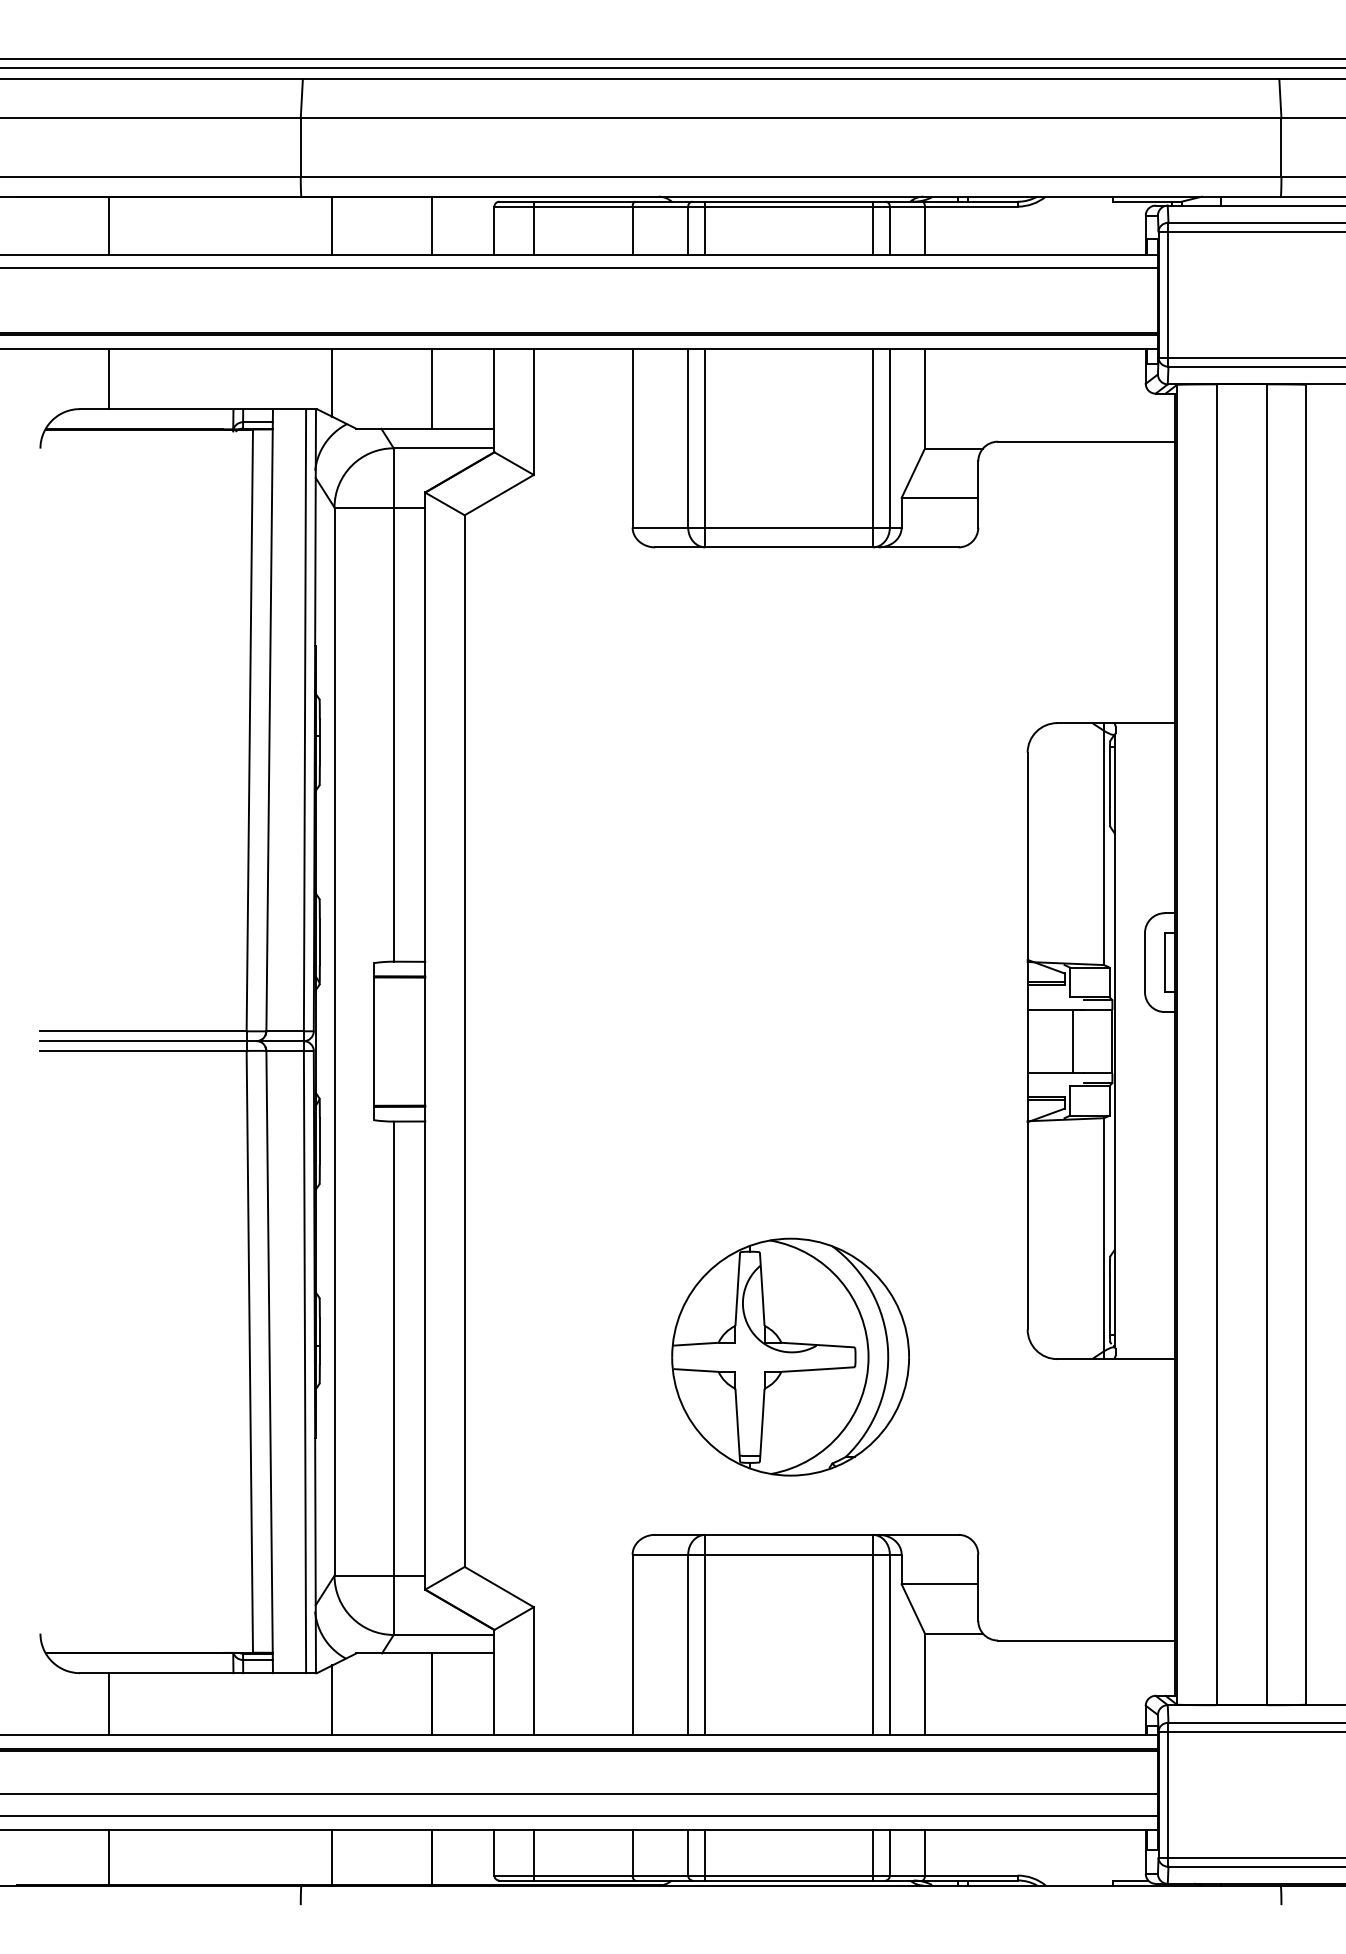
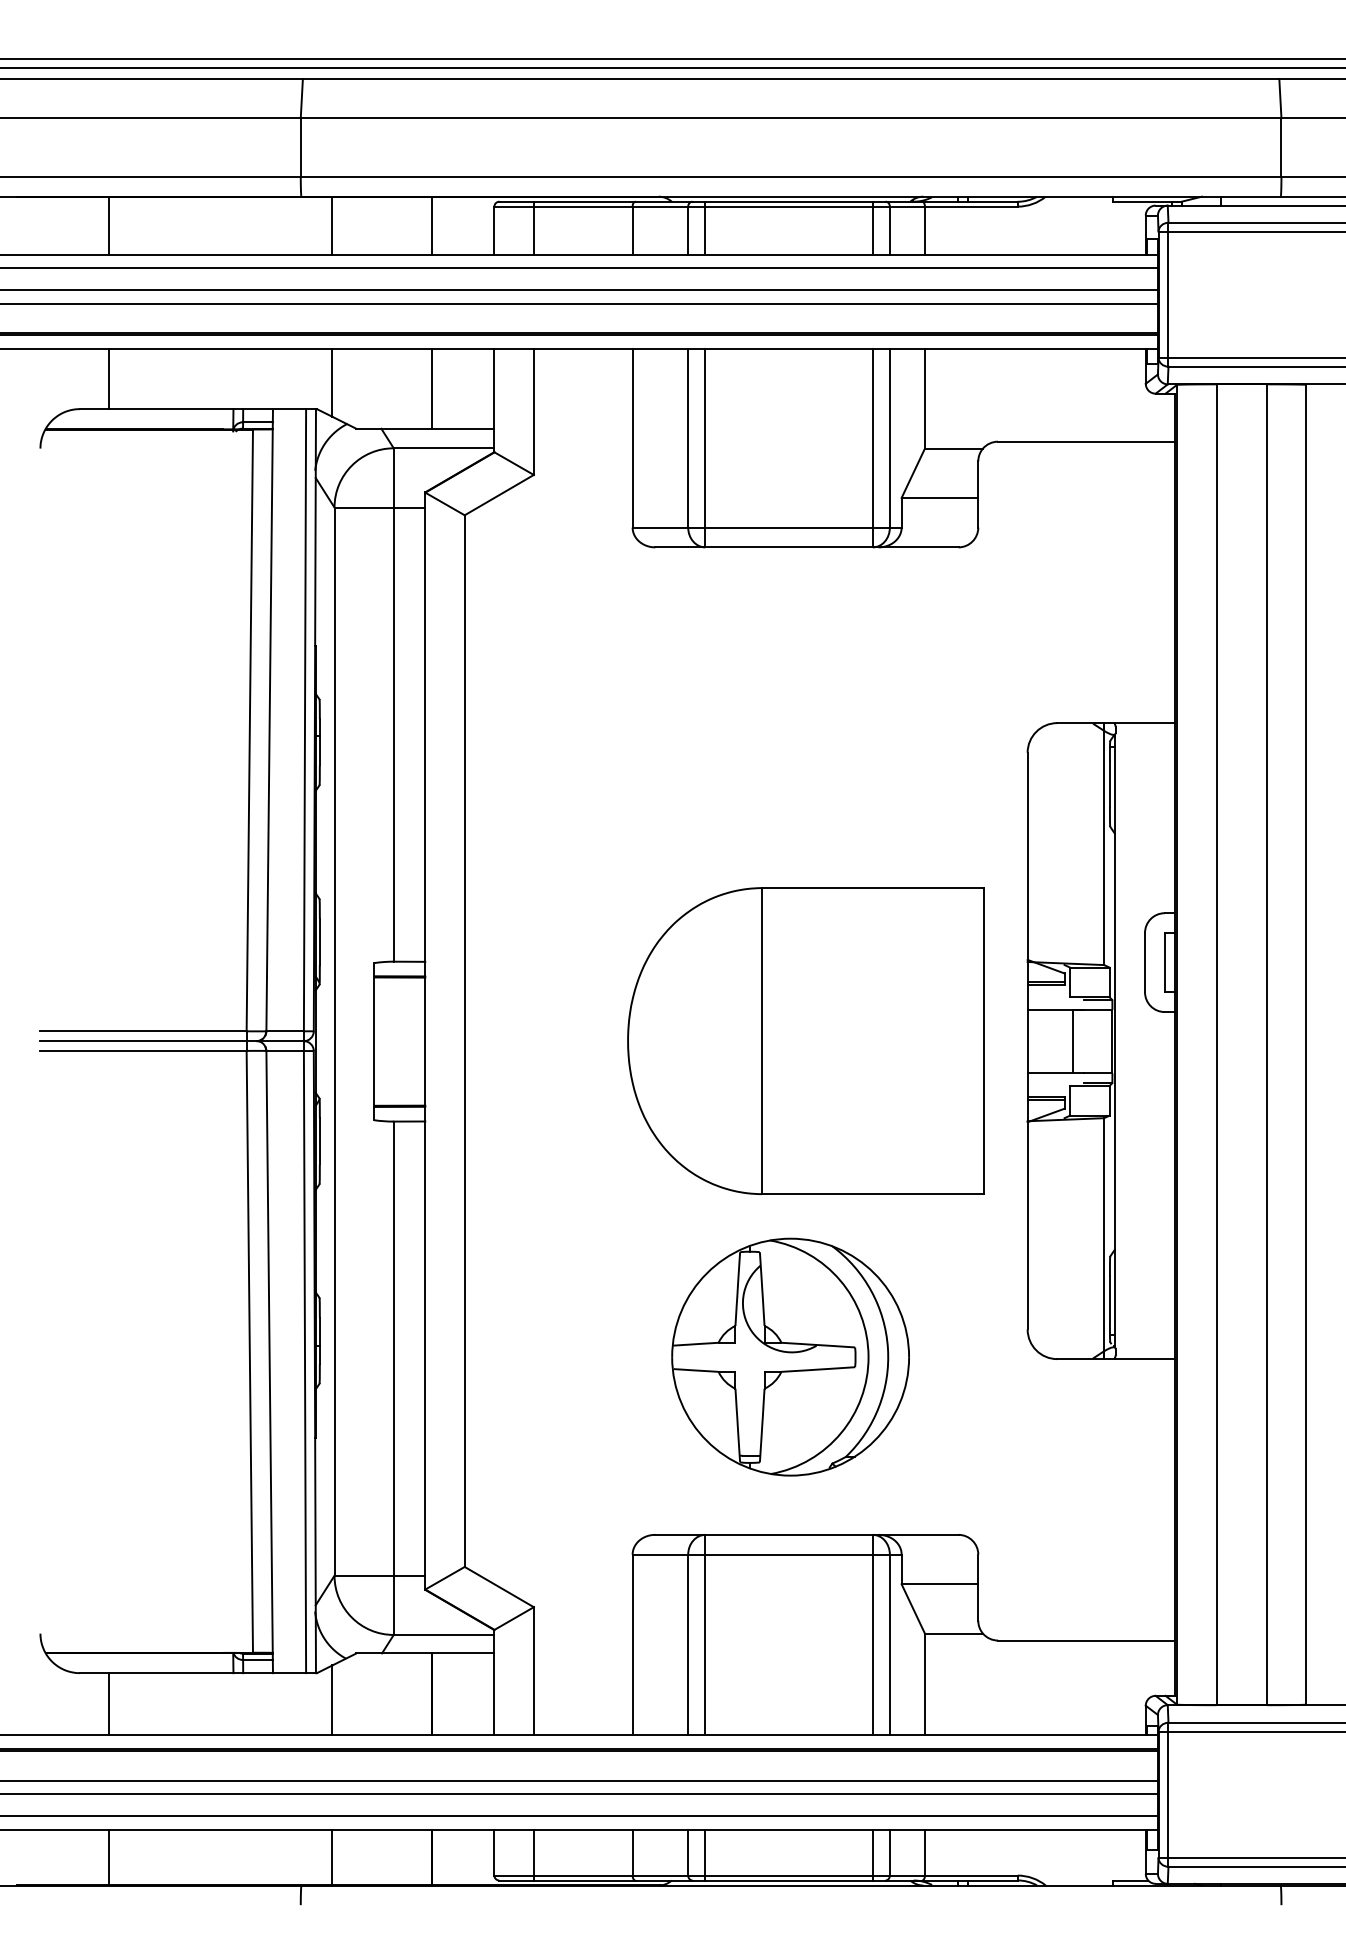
line at (579, 289): none -> present
line at (579, 303): none -> present
part at (805, 1040): none -> present
line at (579, 1780): none -> present
